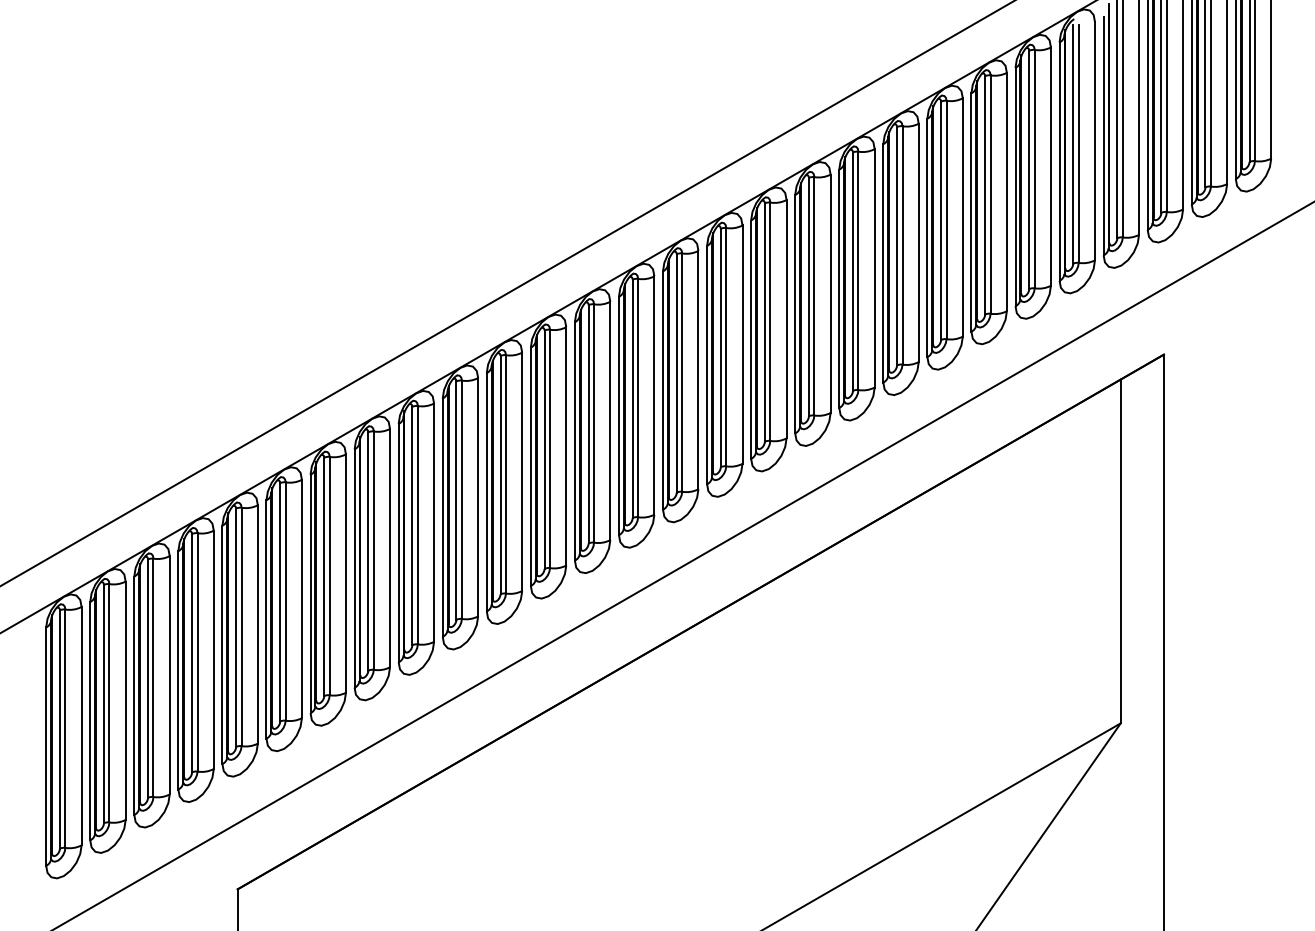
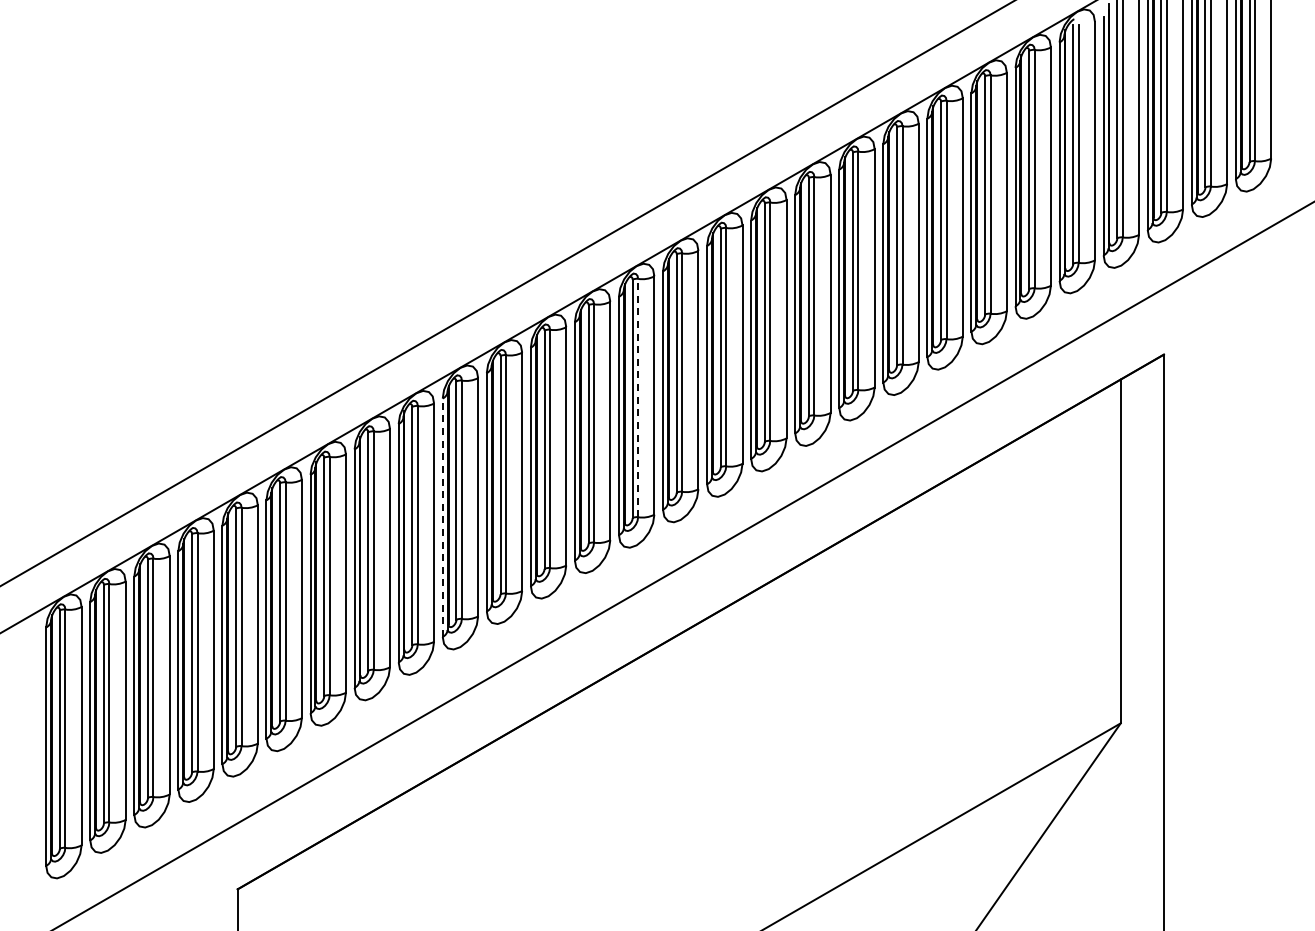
line at (638, 397): solid -> dashed
line at (442, 517): solid -> dashed
